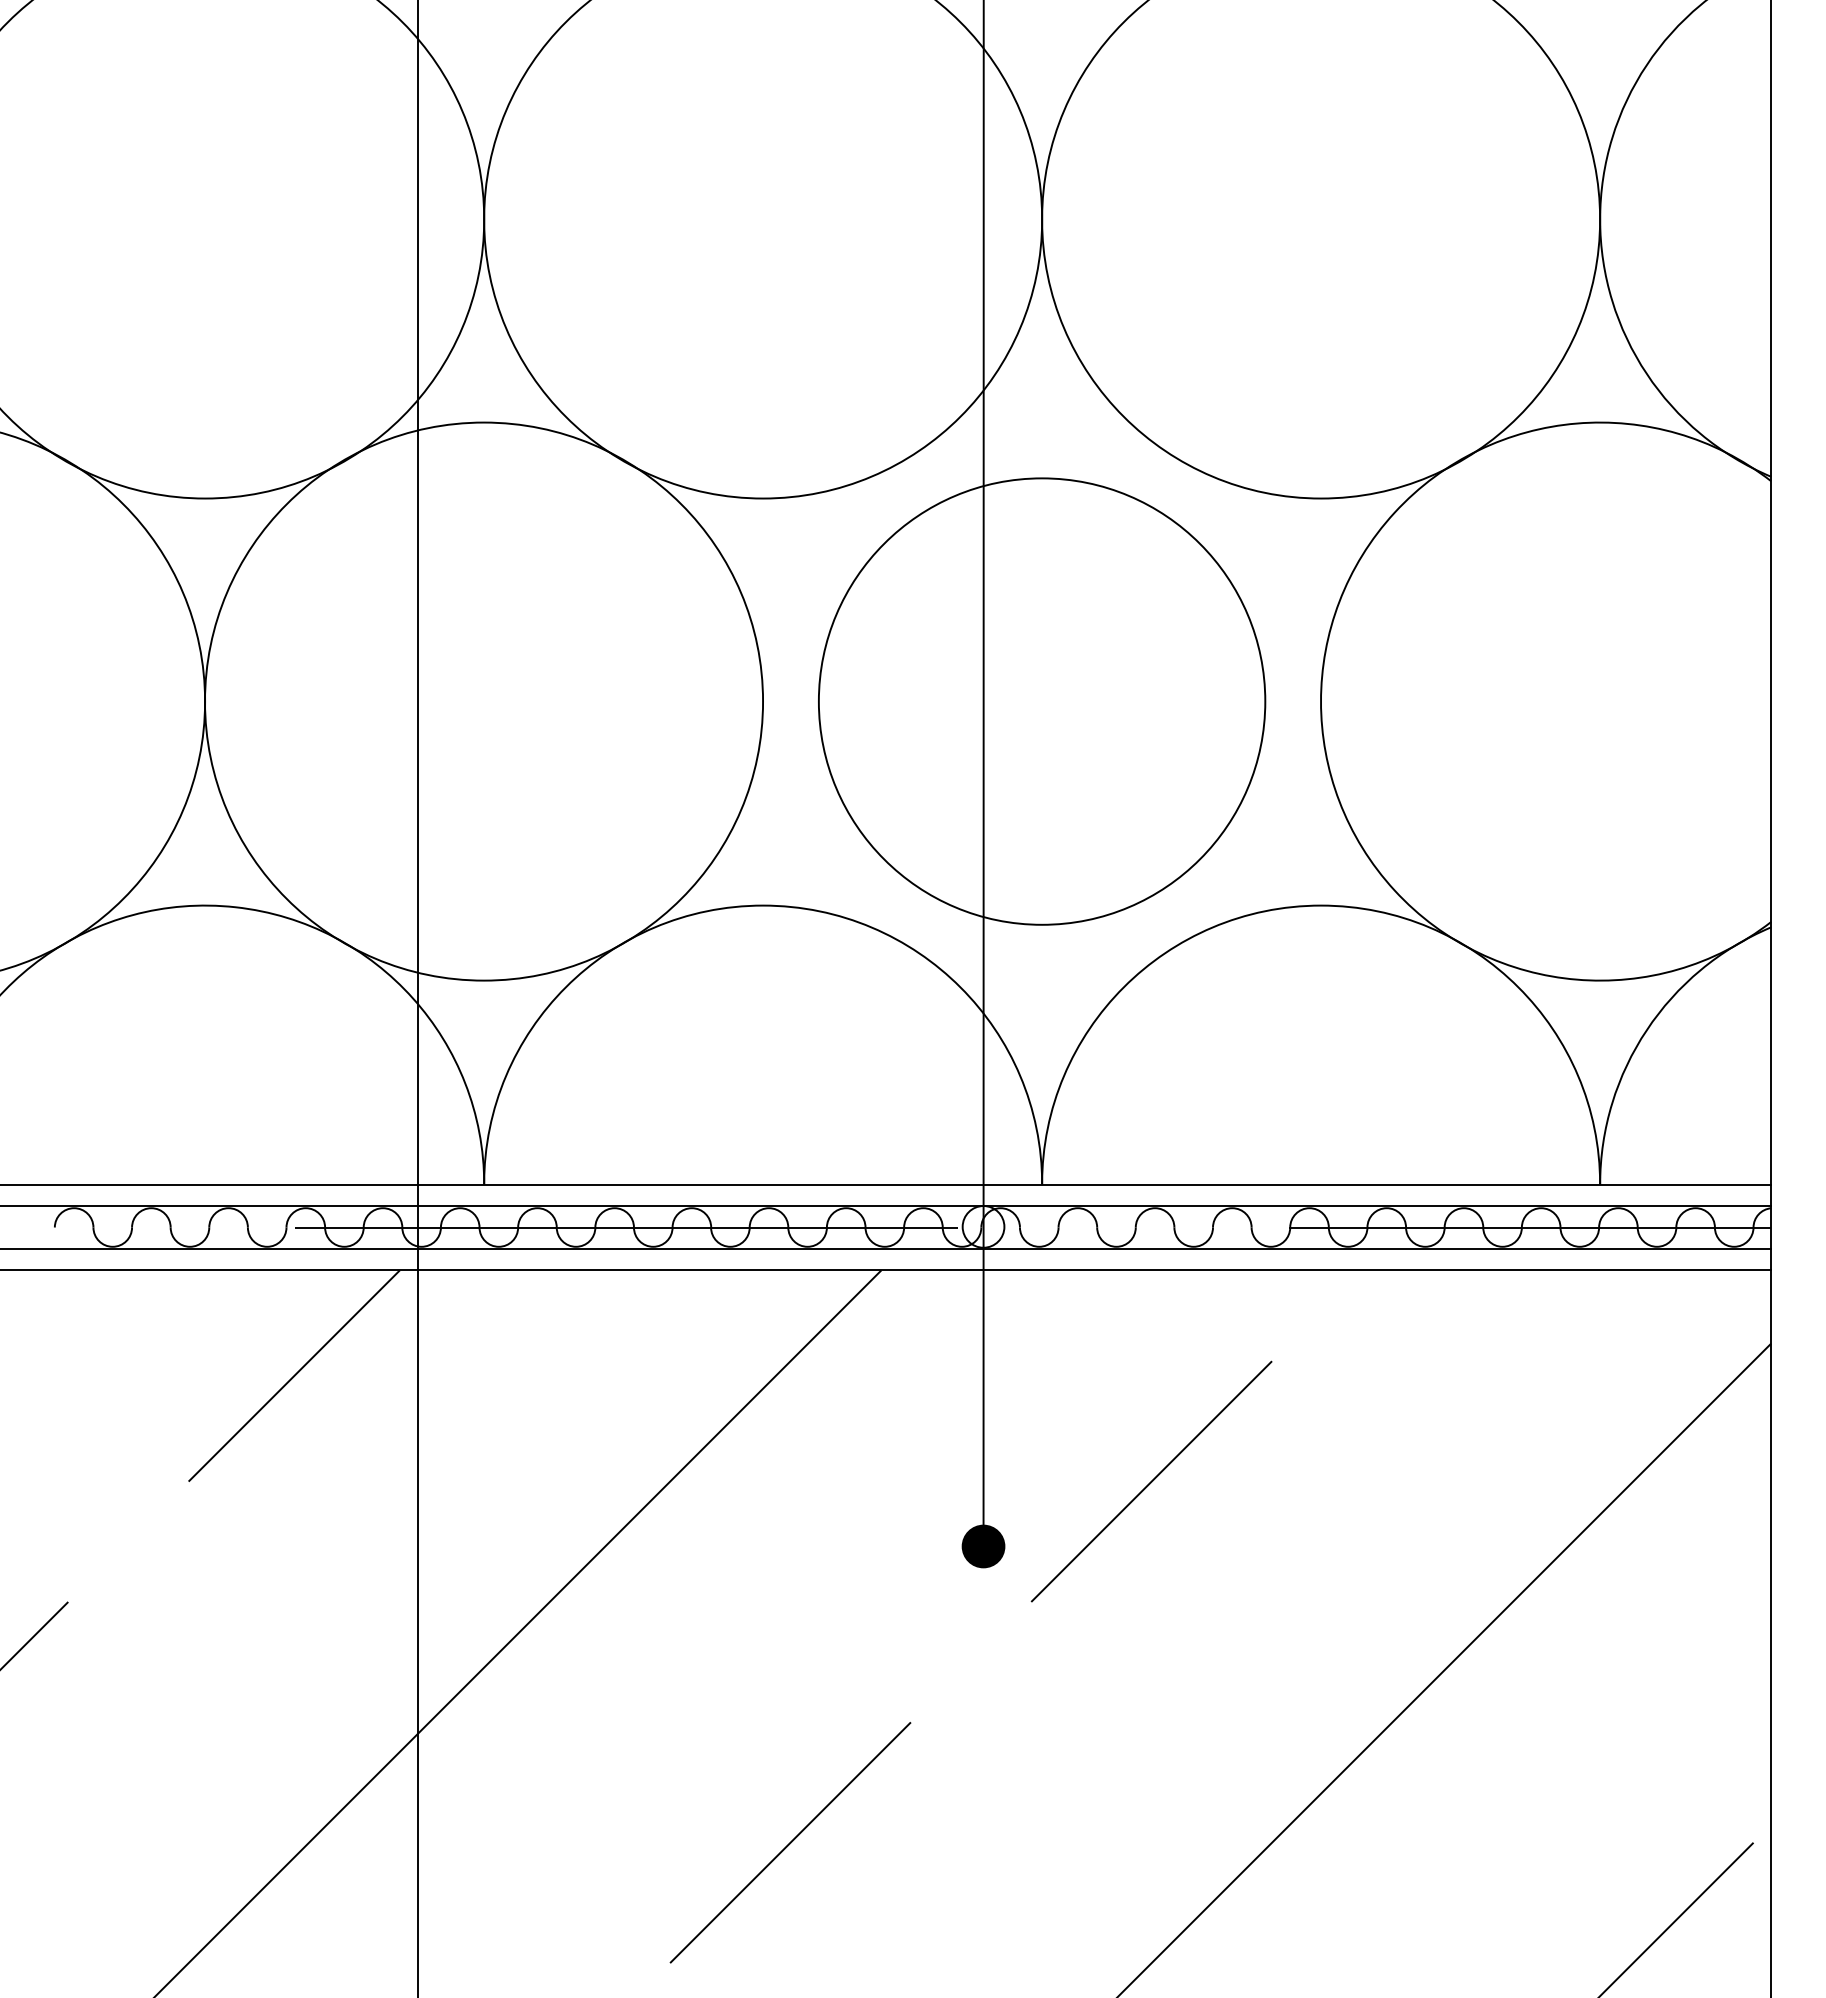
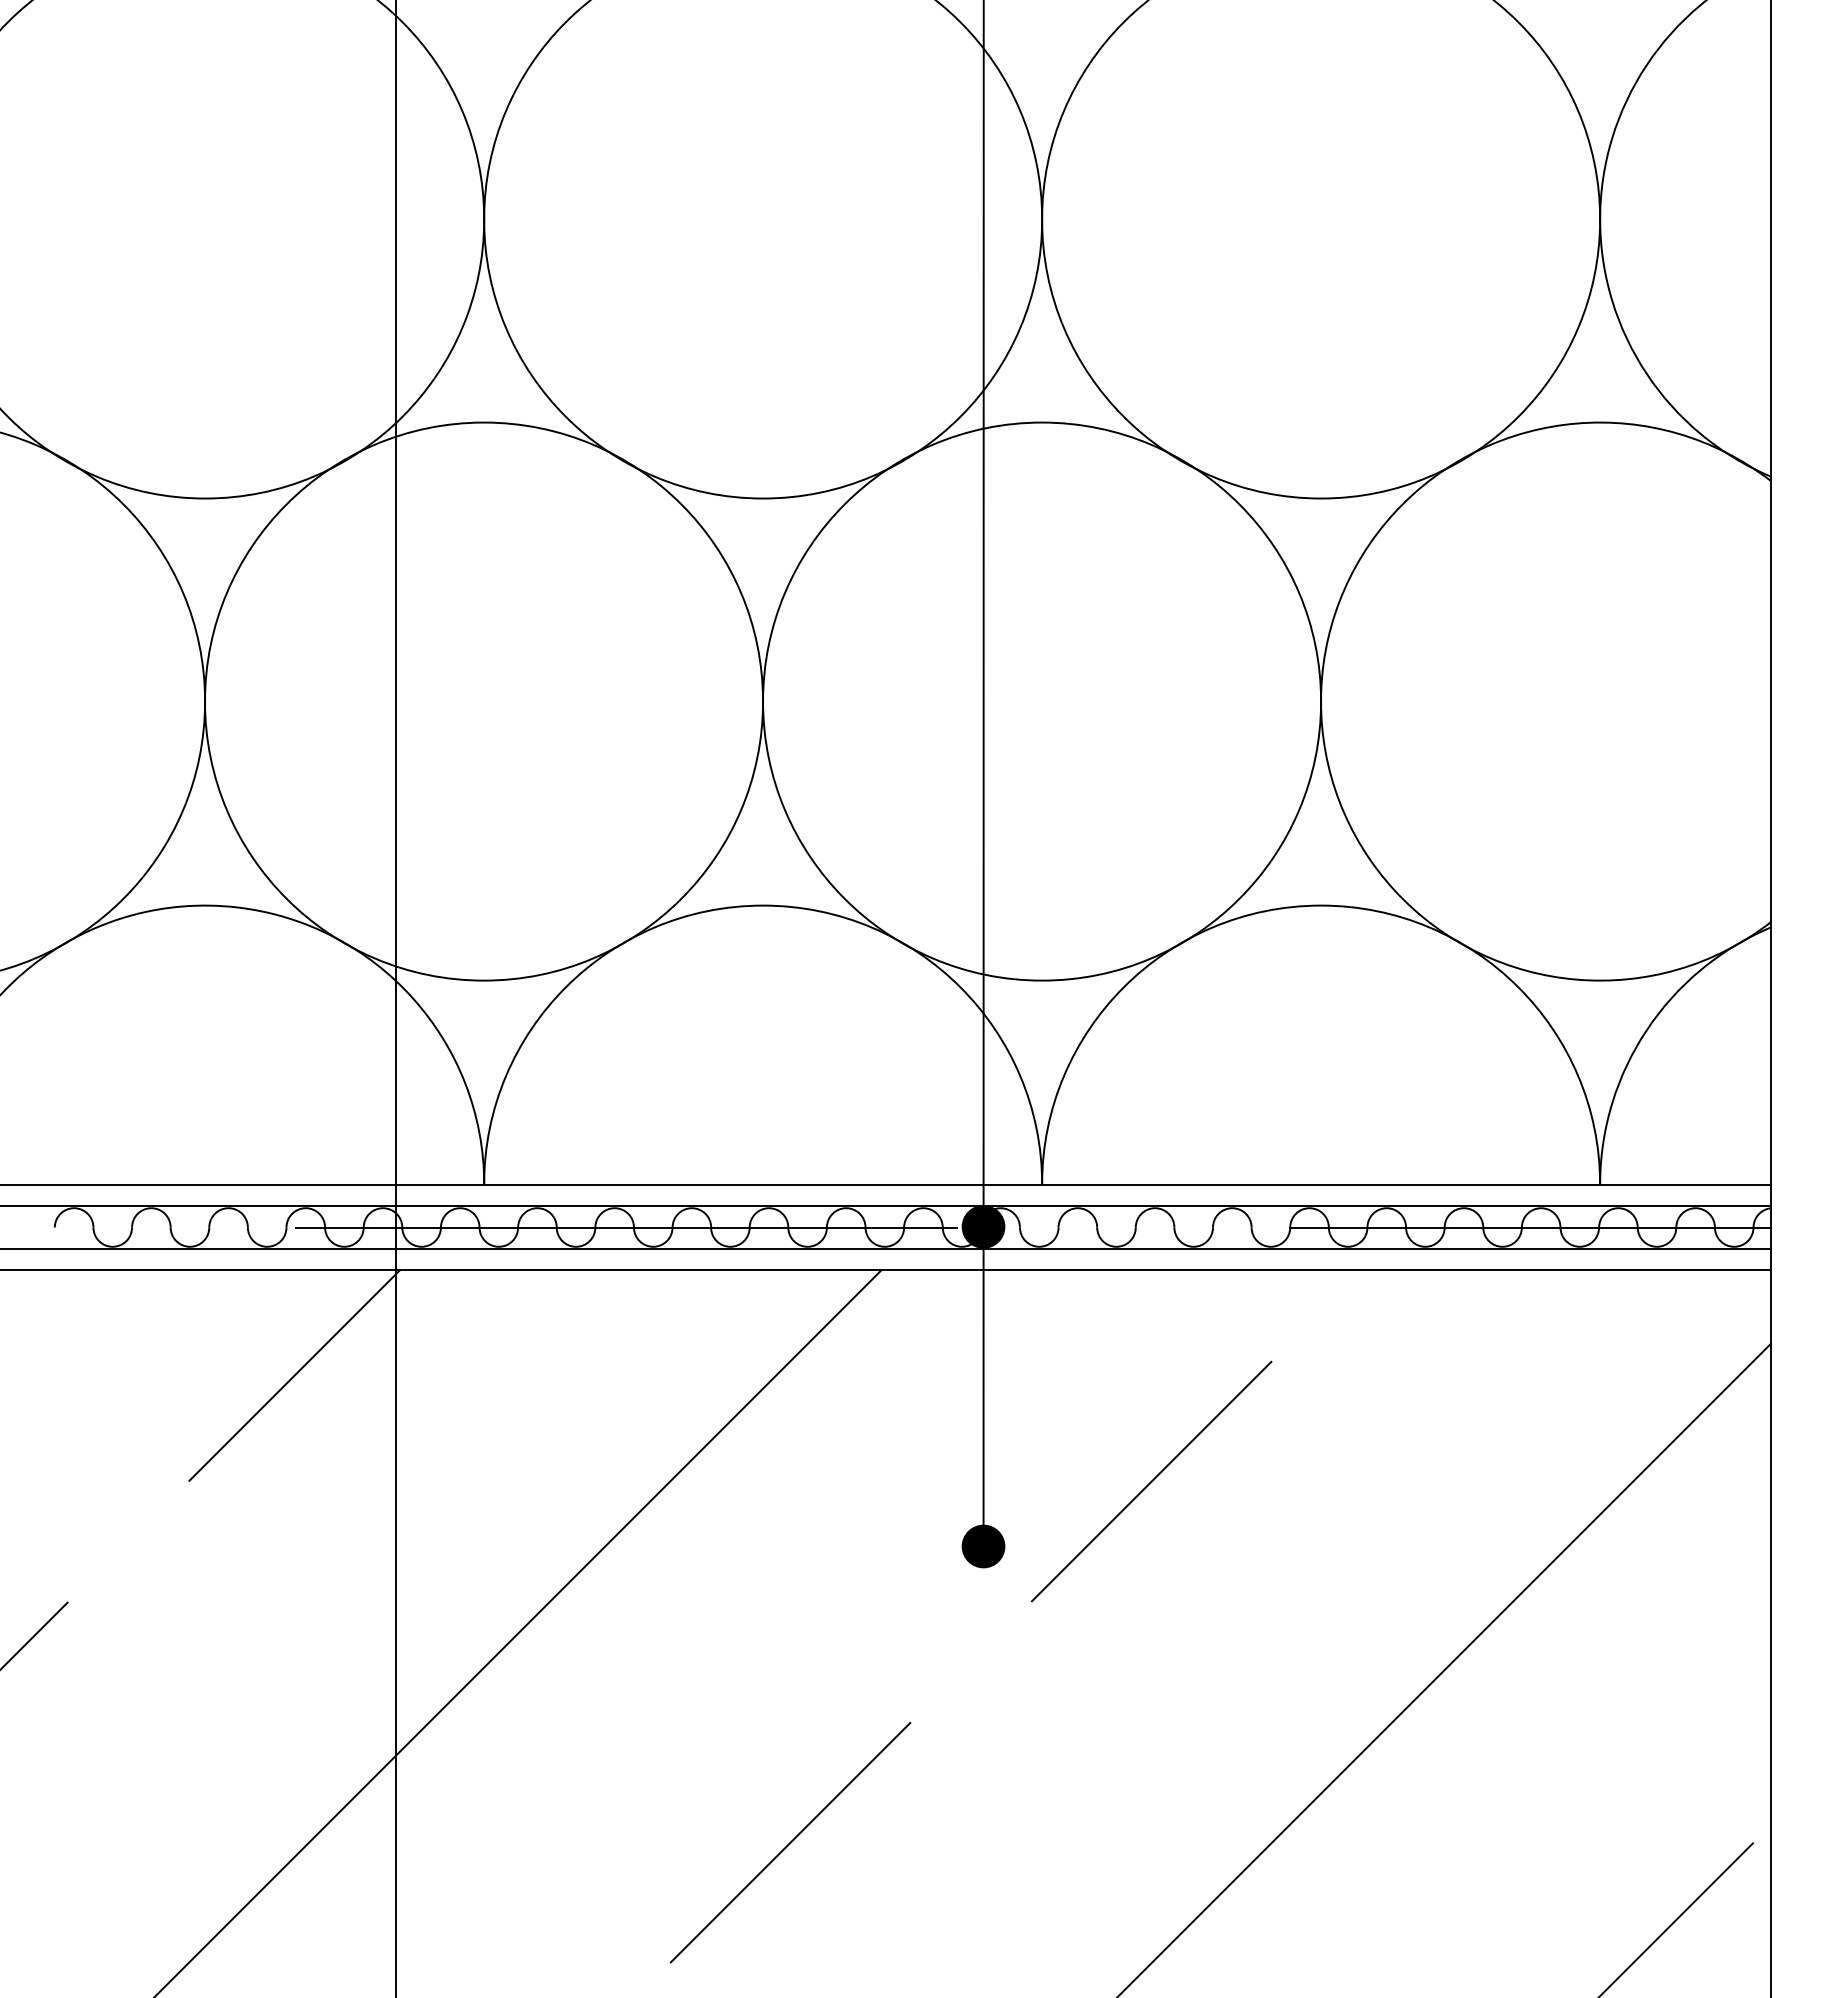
circle at (1041, 701) diameter: 446 px -> 558 px
line at (418, 998) position: (418, 998) -> (396, 998)
fill at (983, 1226): none -> present
